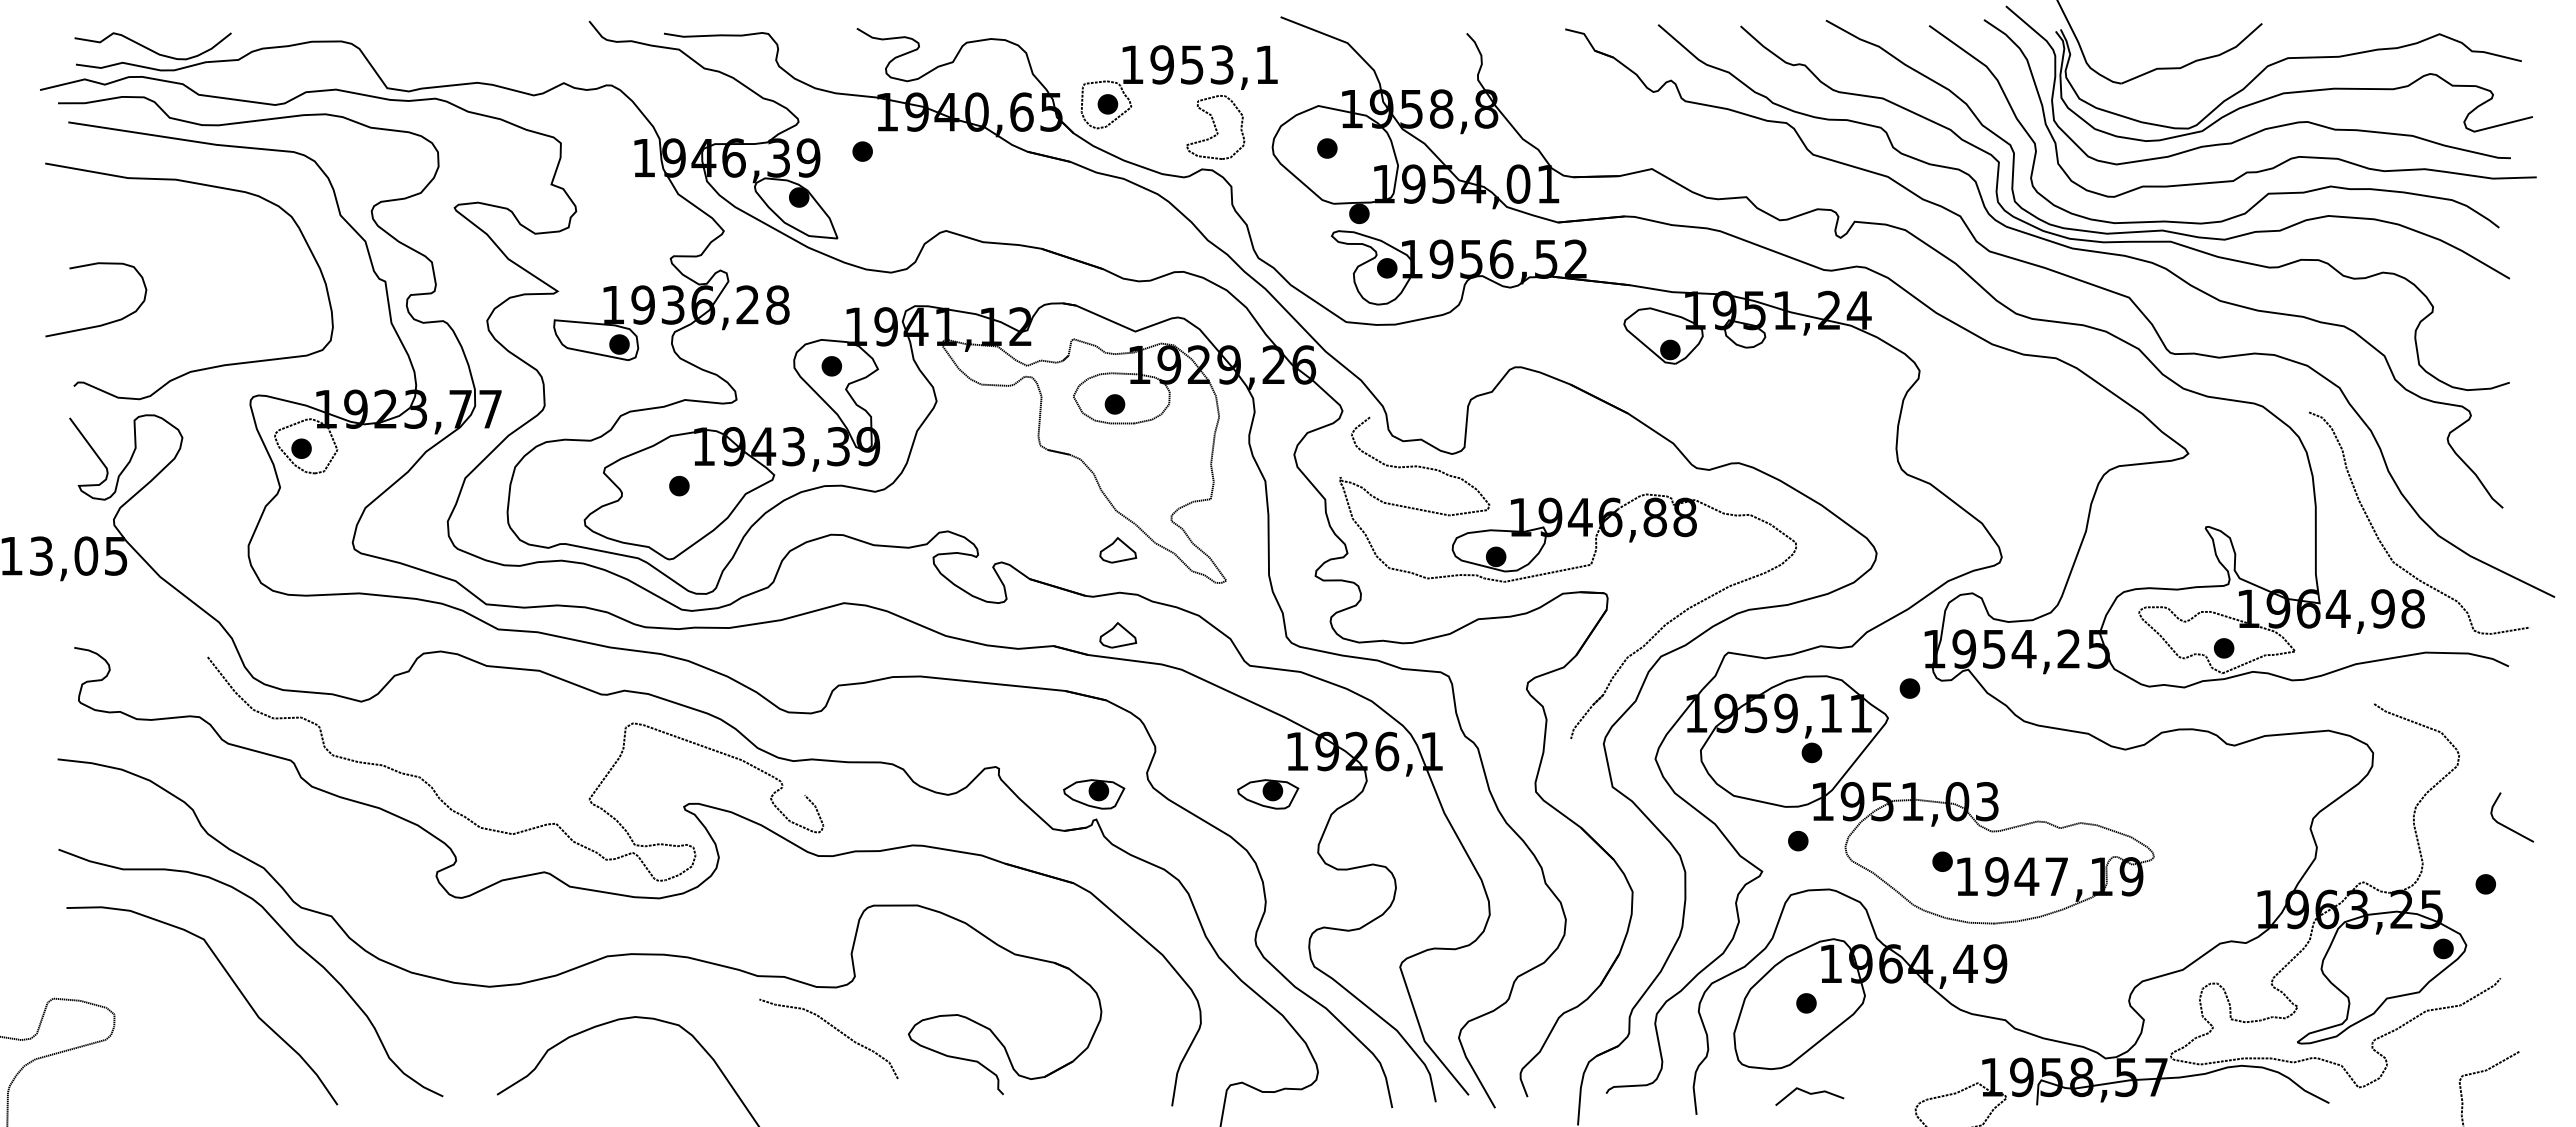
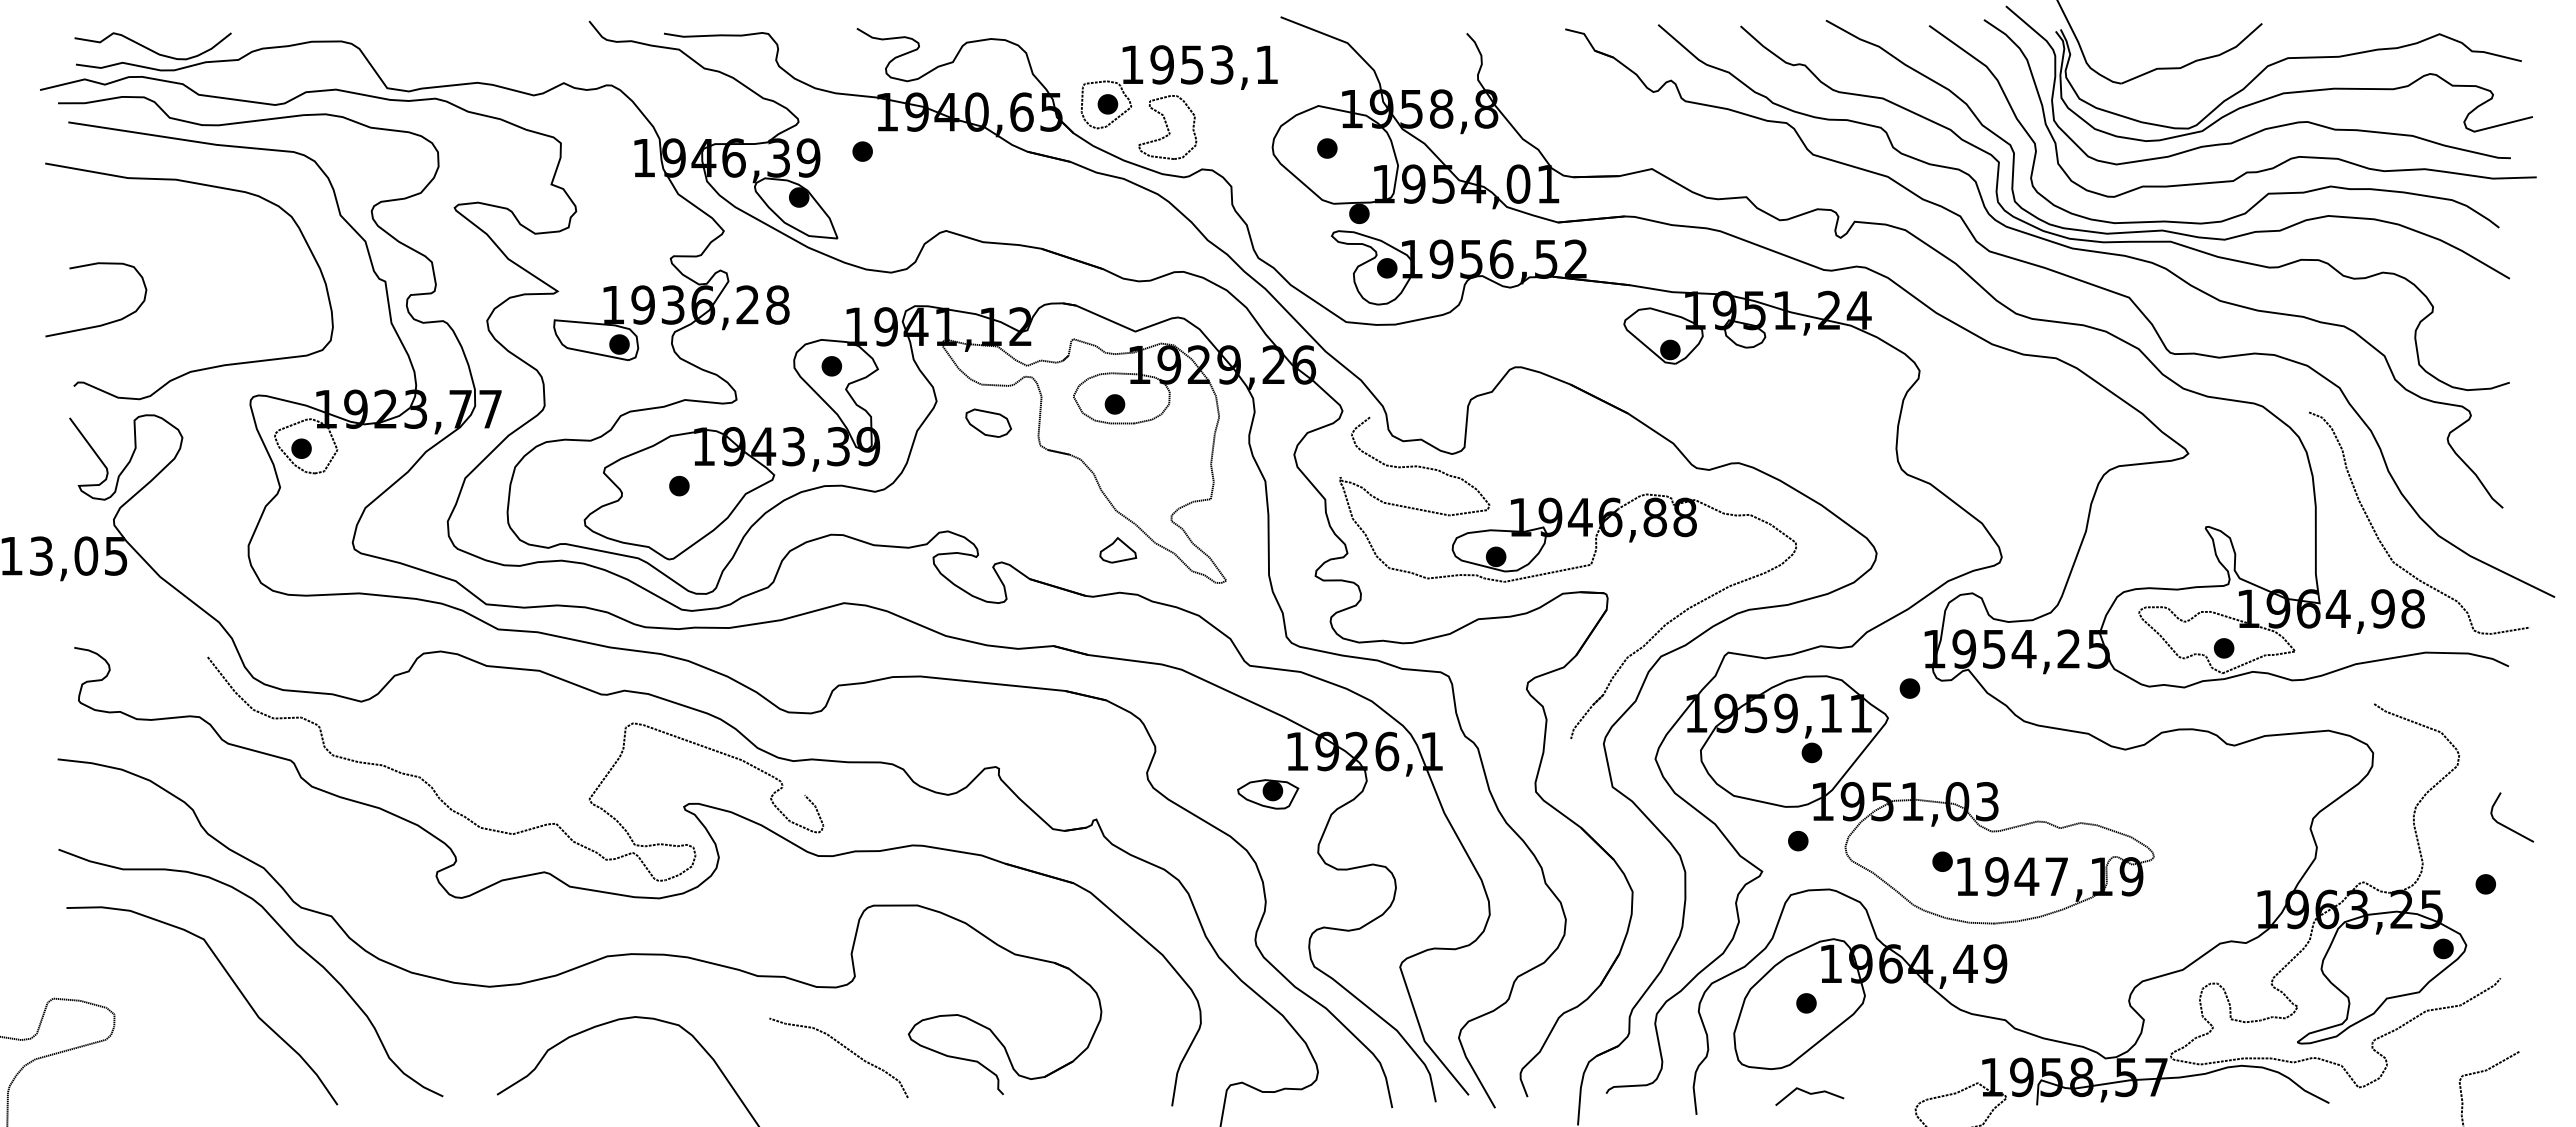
part at (1215, 127) position: (1215, 127) -> (1167, 127)
part at (988, 422): none -> present
part at (1118, 635): present -> none
part at (1094, 794): present -> none
curve at (833, 1028) position: (833, 1028) -> (843, 1047)
